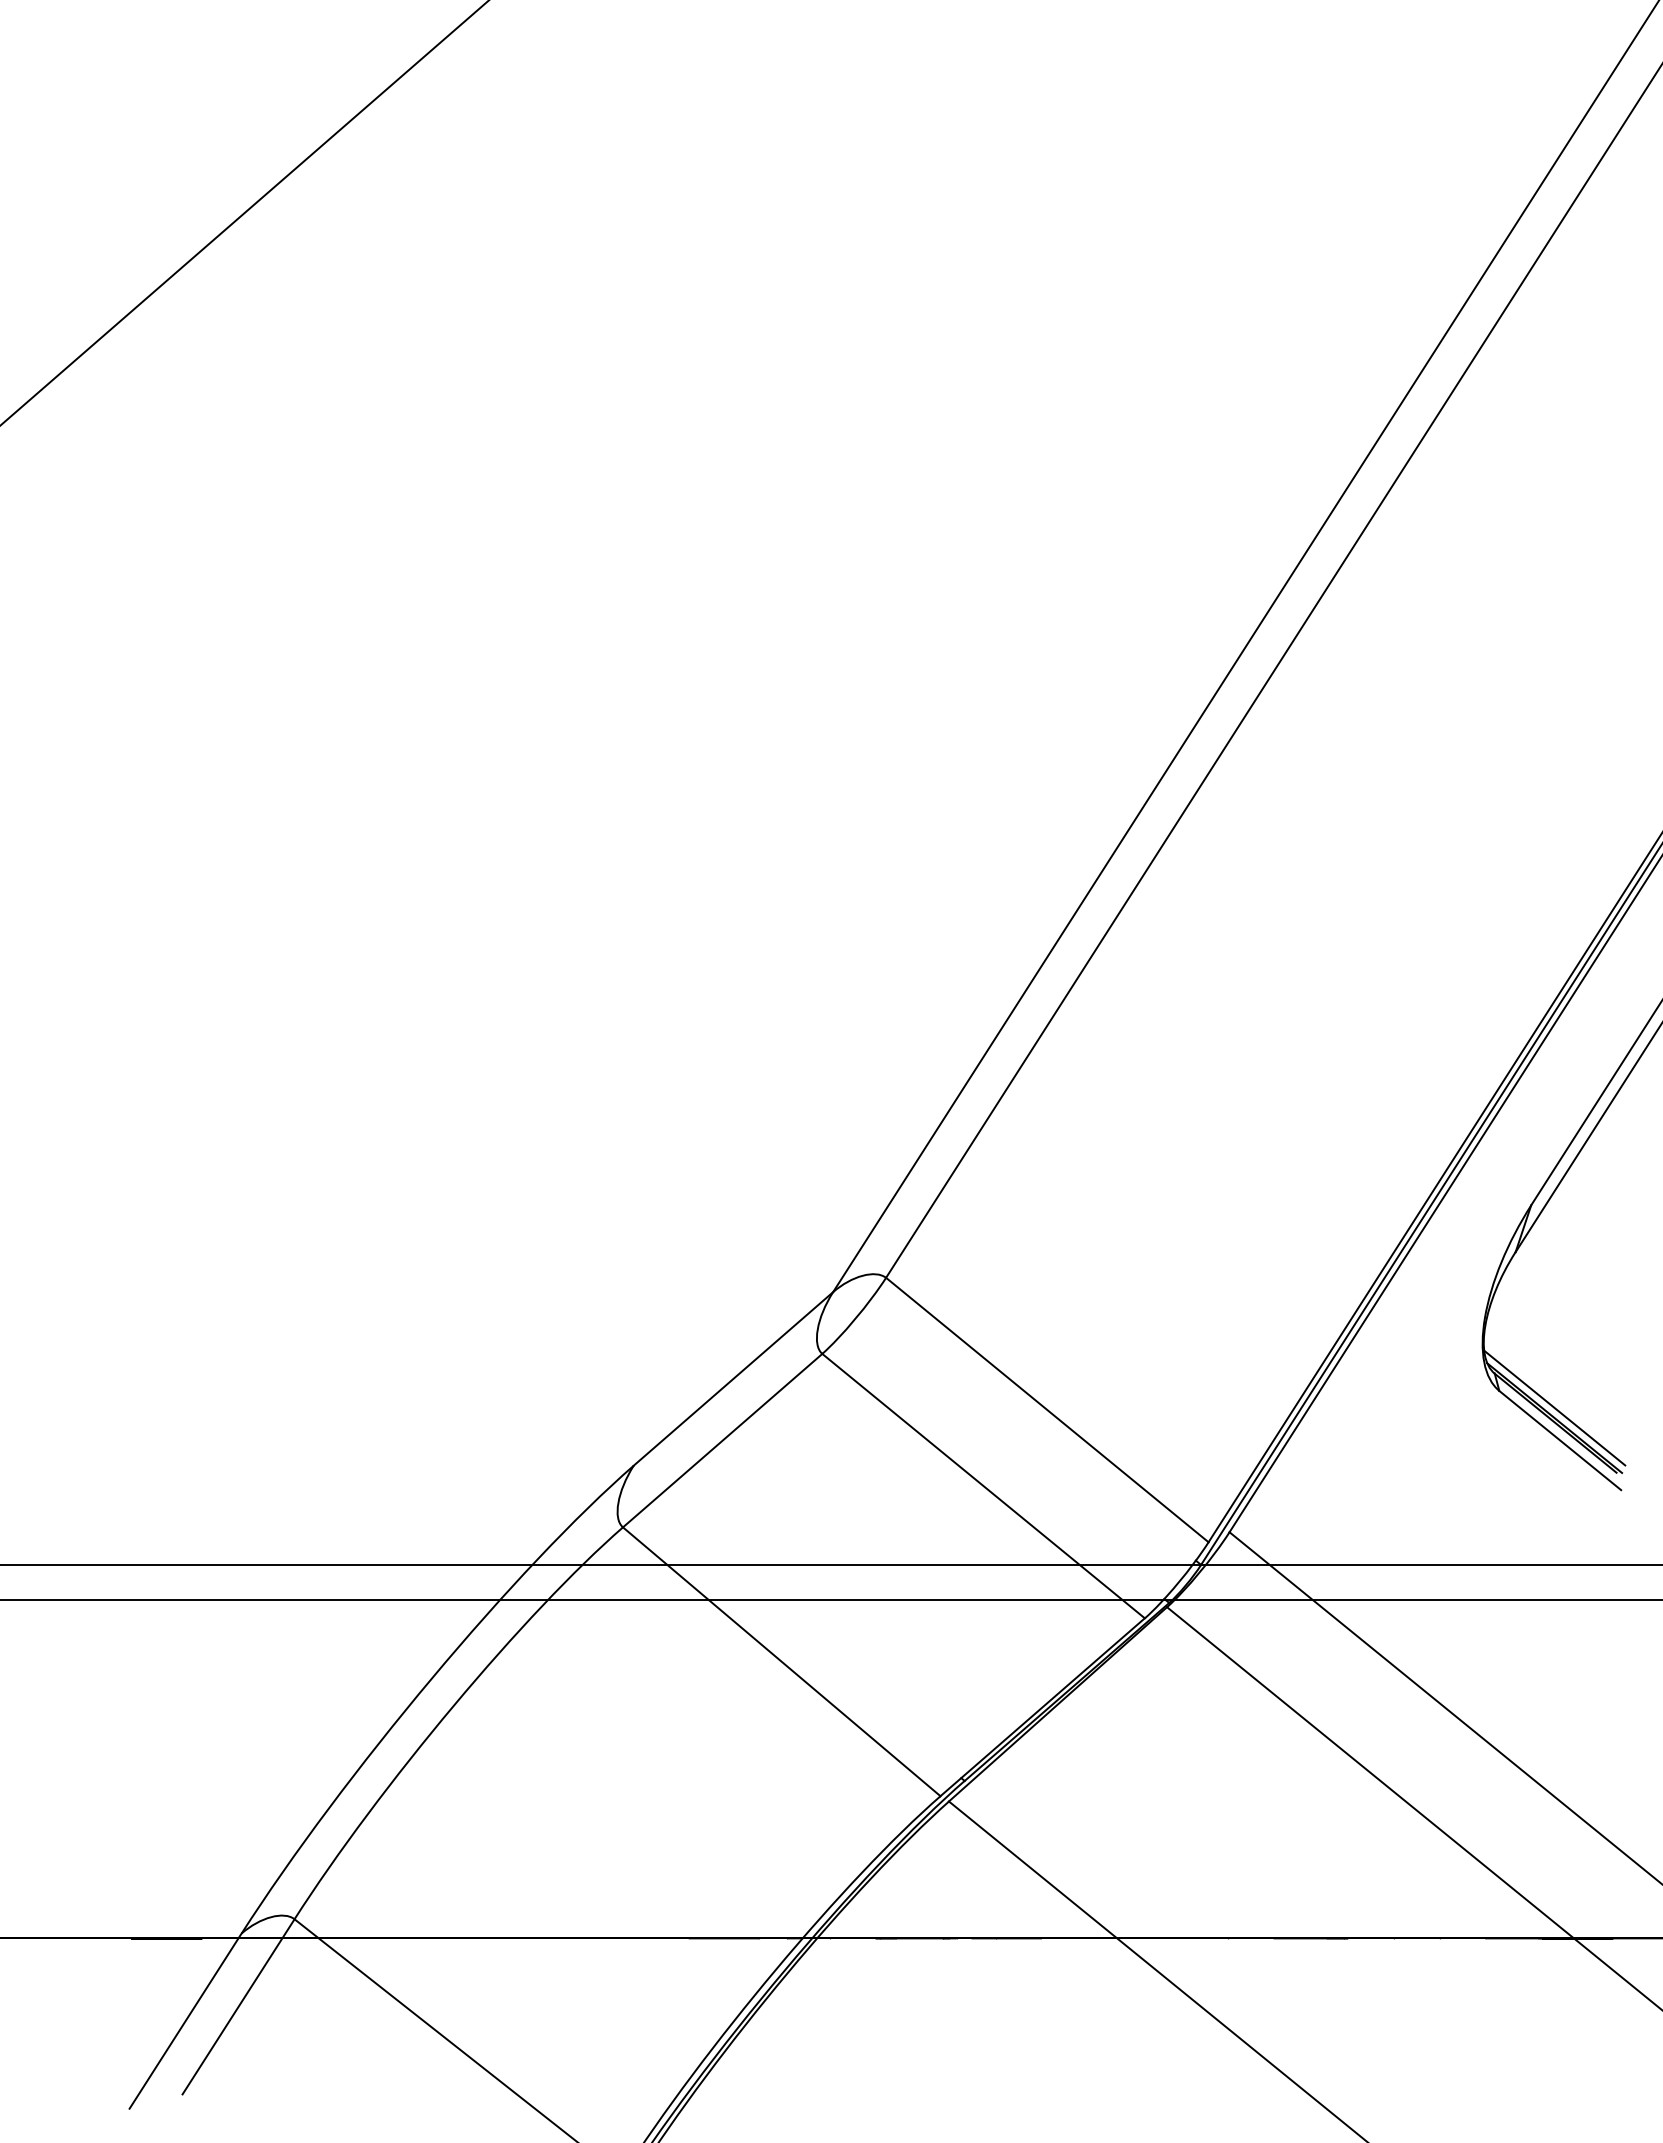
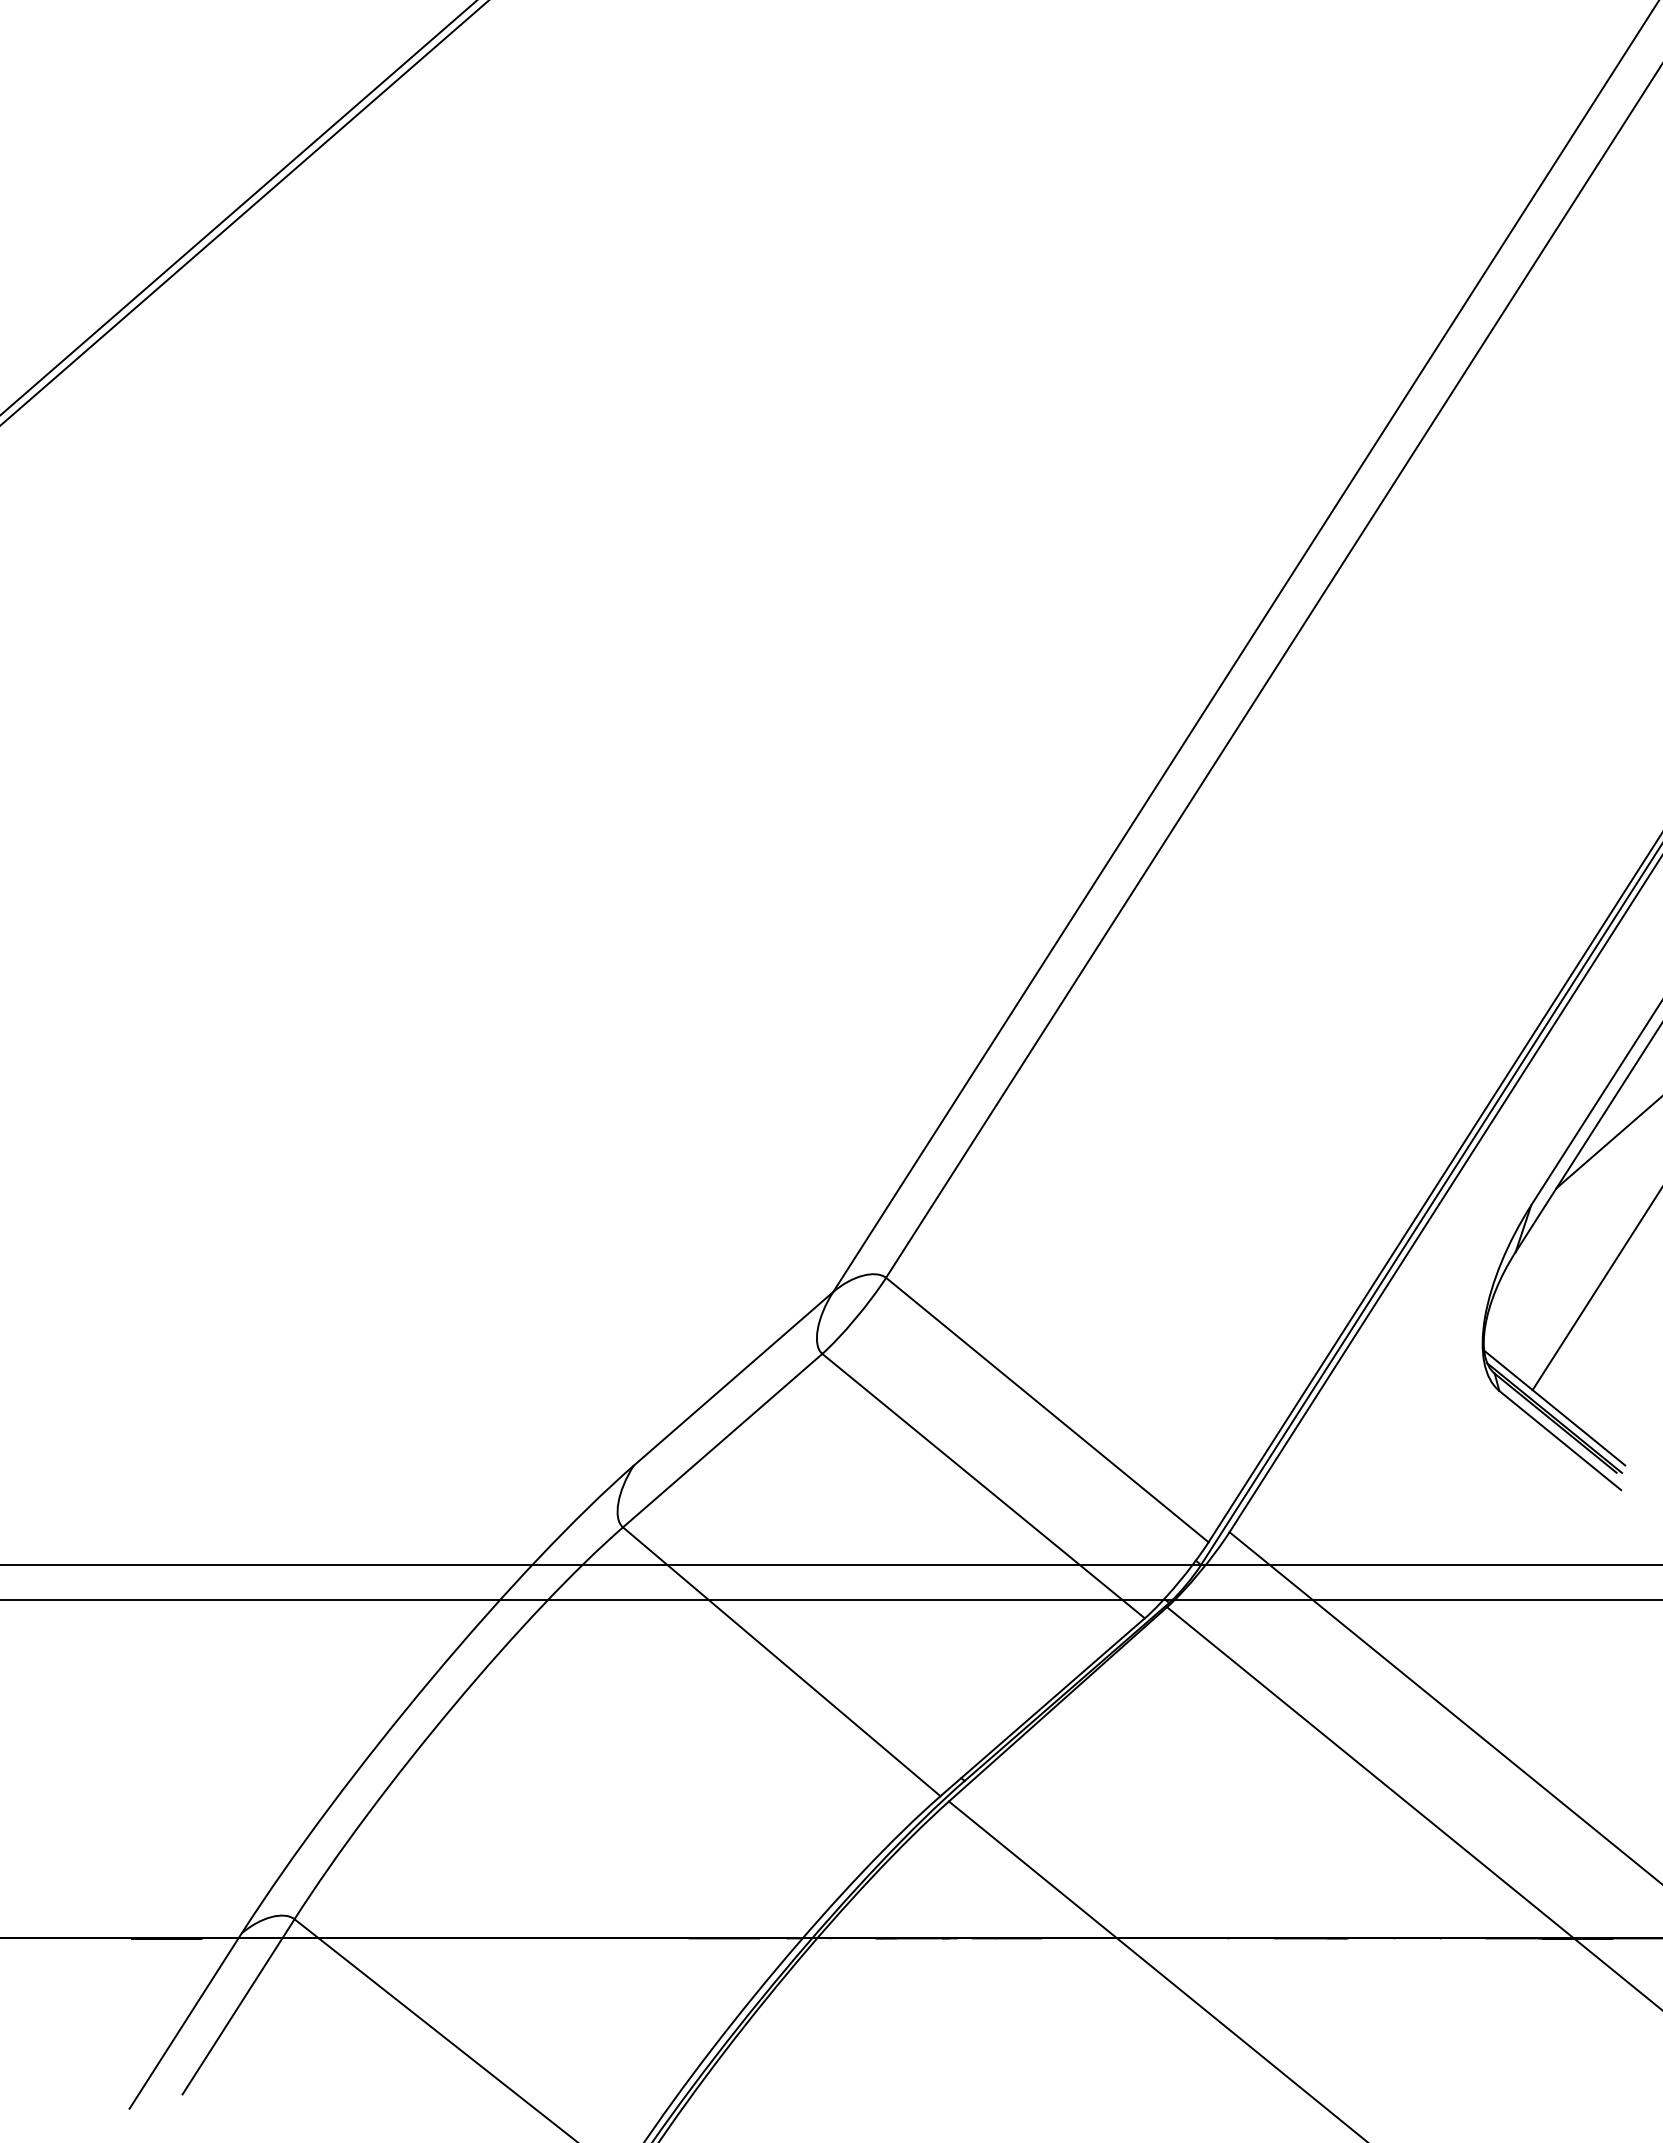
line at (238, 207): none -> present
line at (1607, 1143): none -> present
line at (1595, 1290): none -> present
